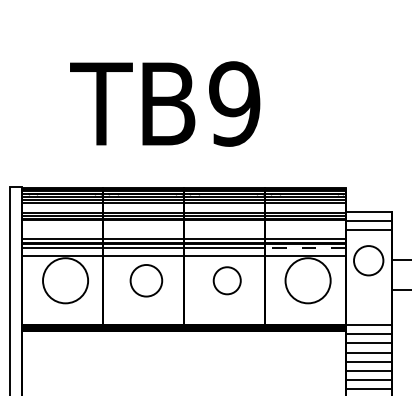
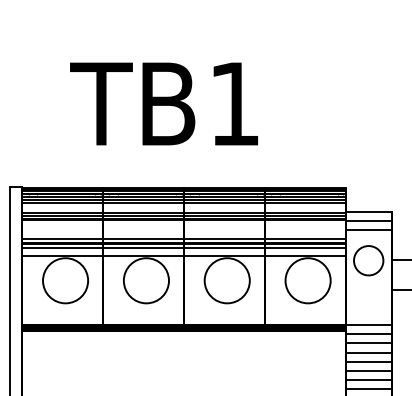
text at (234, 103): TB9 -> TB1
line at (305, 248): dashed -> solid
circle at (146, 280) diameter: 32 px -> 45 px
circle at (226, 280) diameter: 27 px -> 45 px
